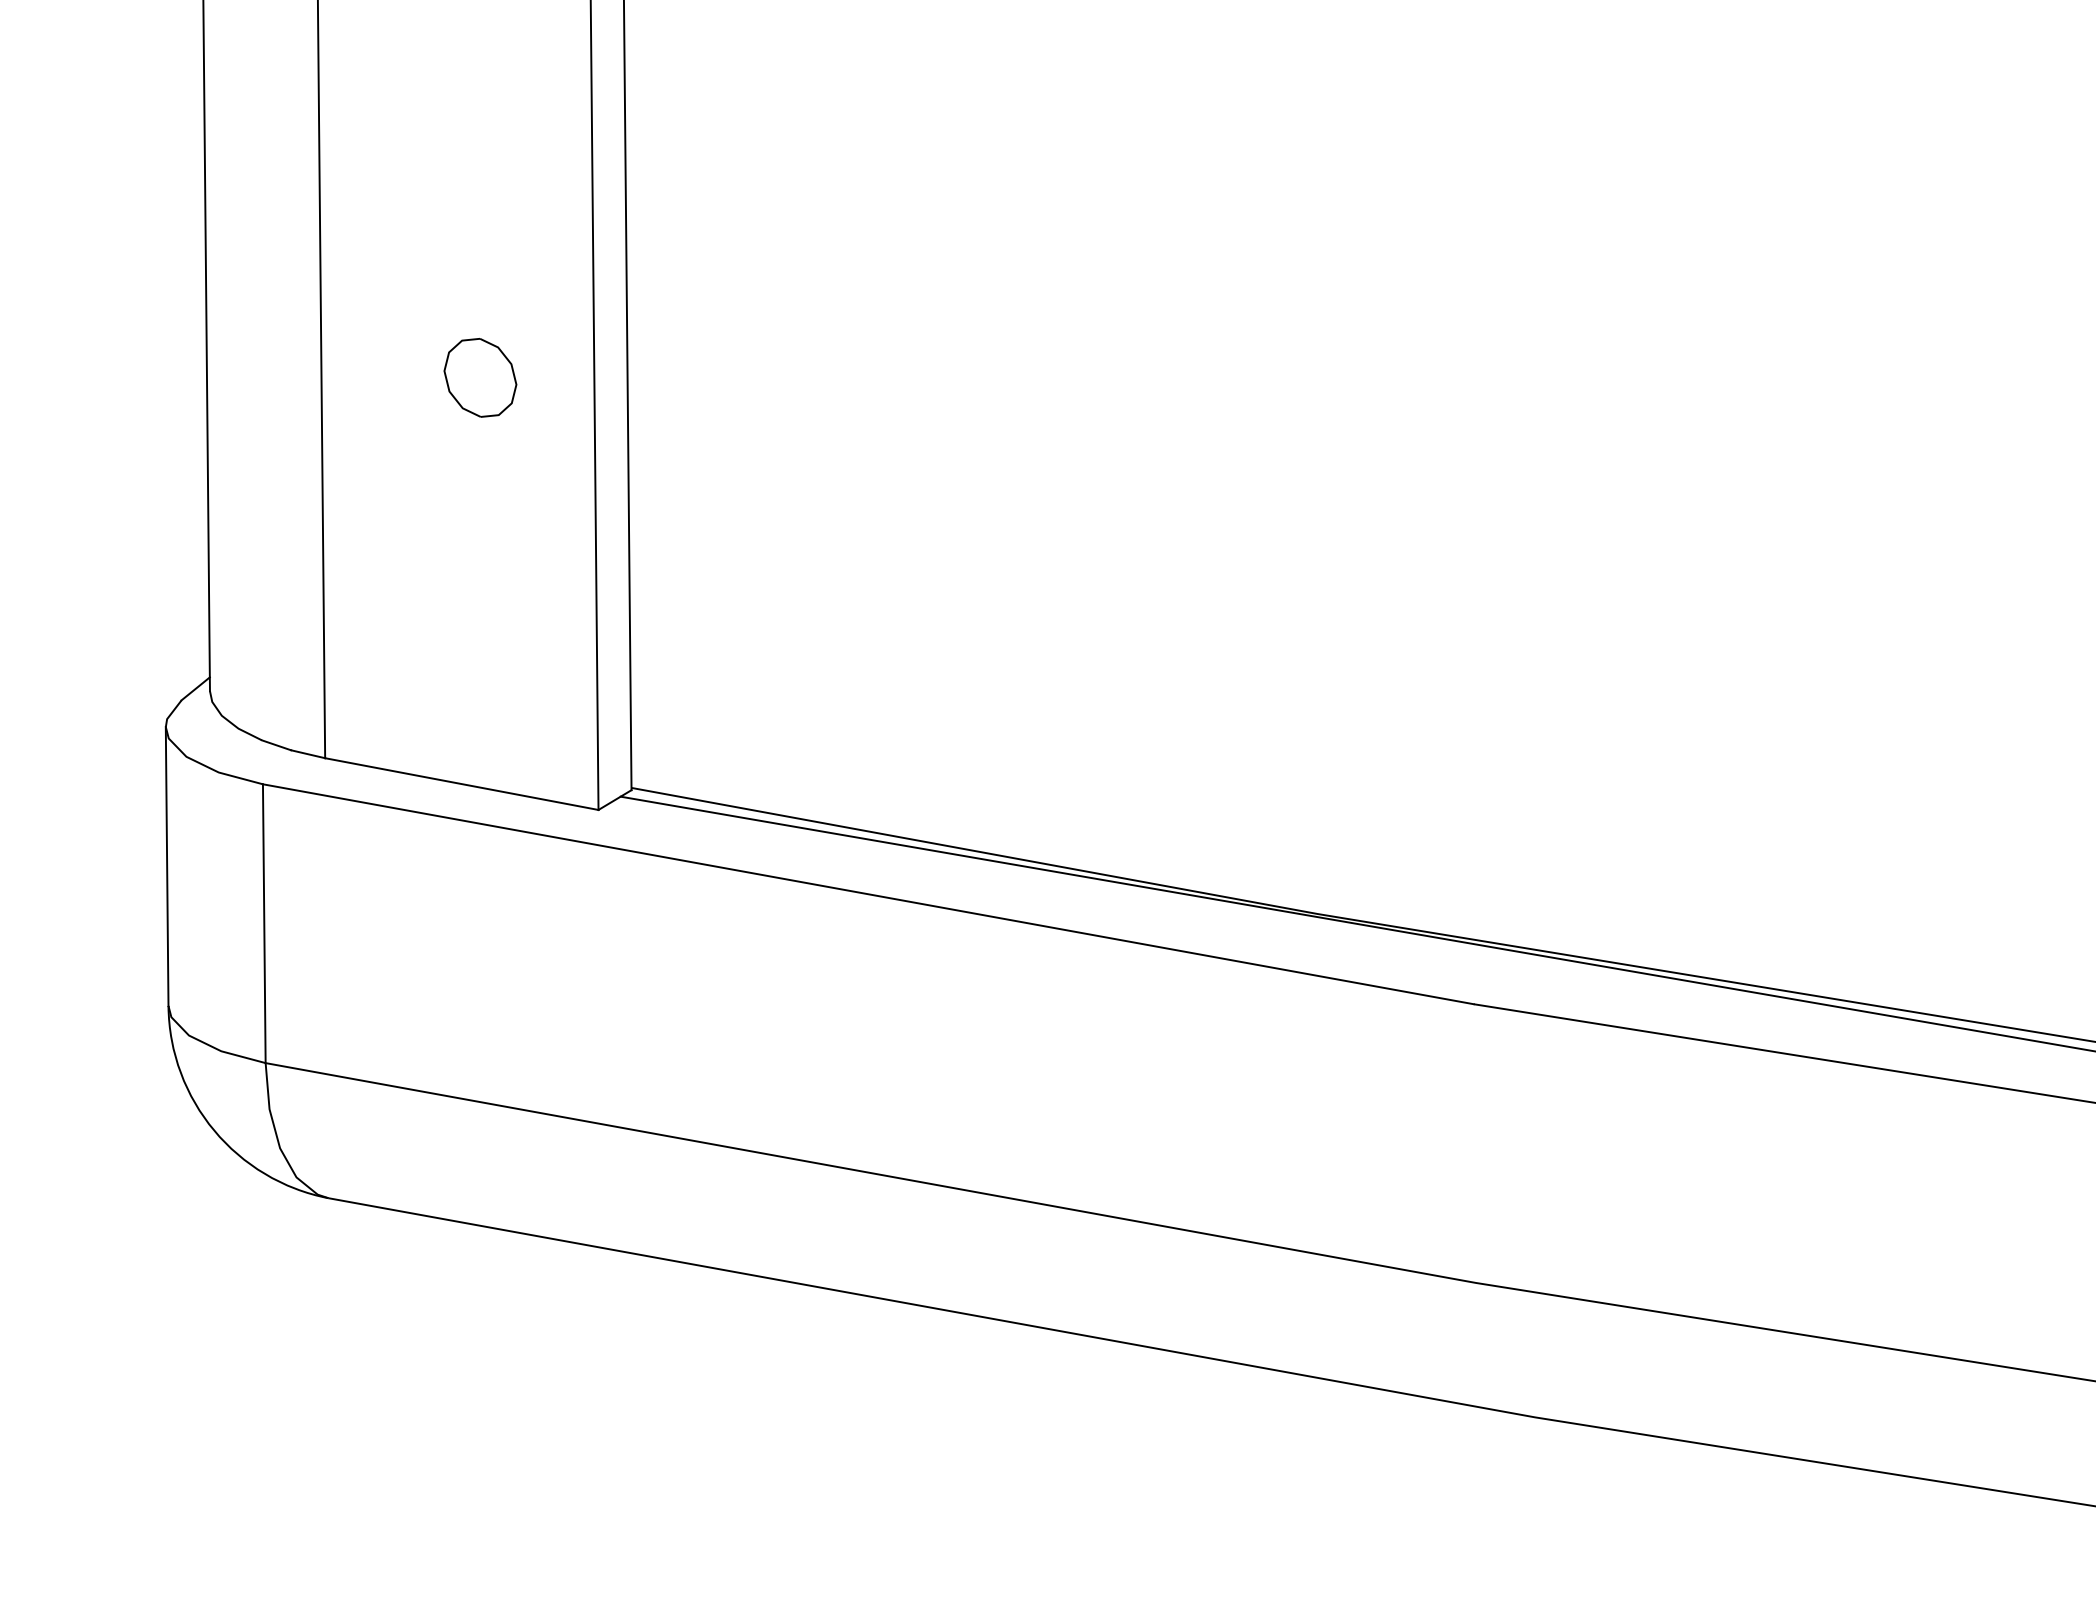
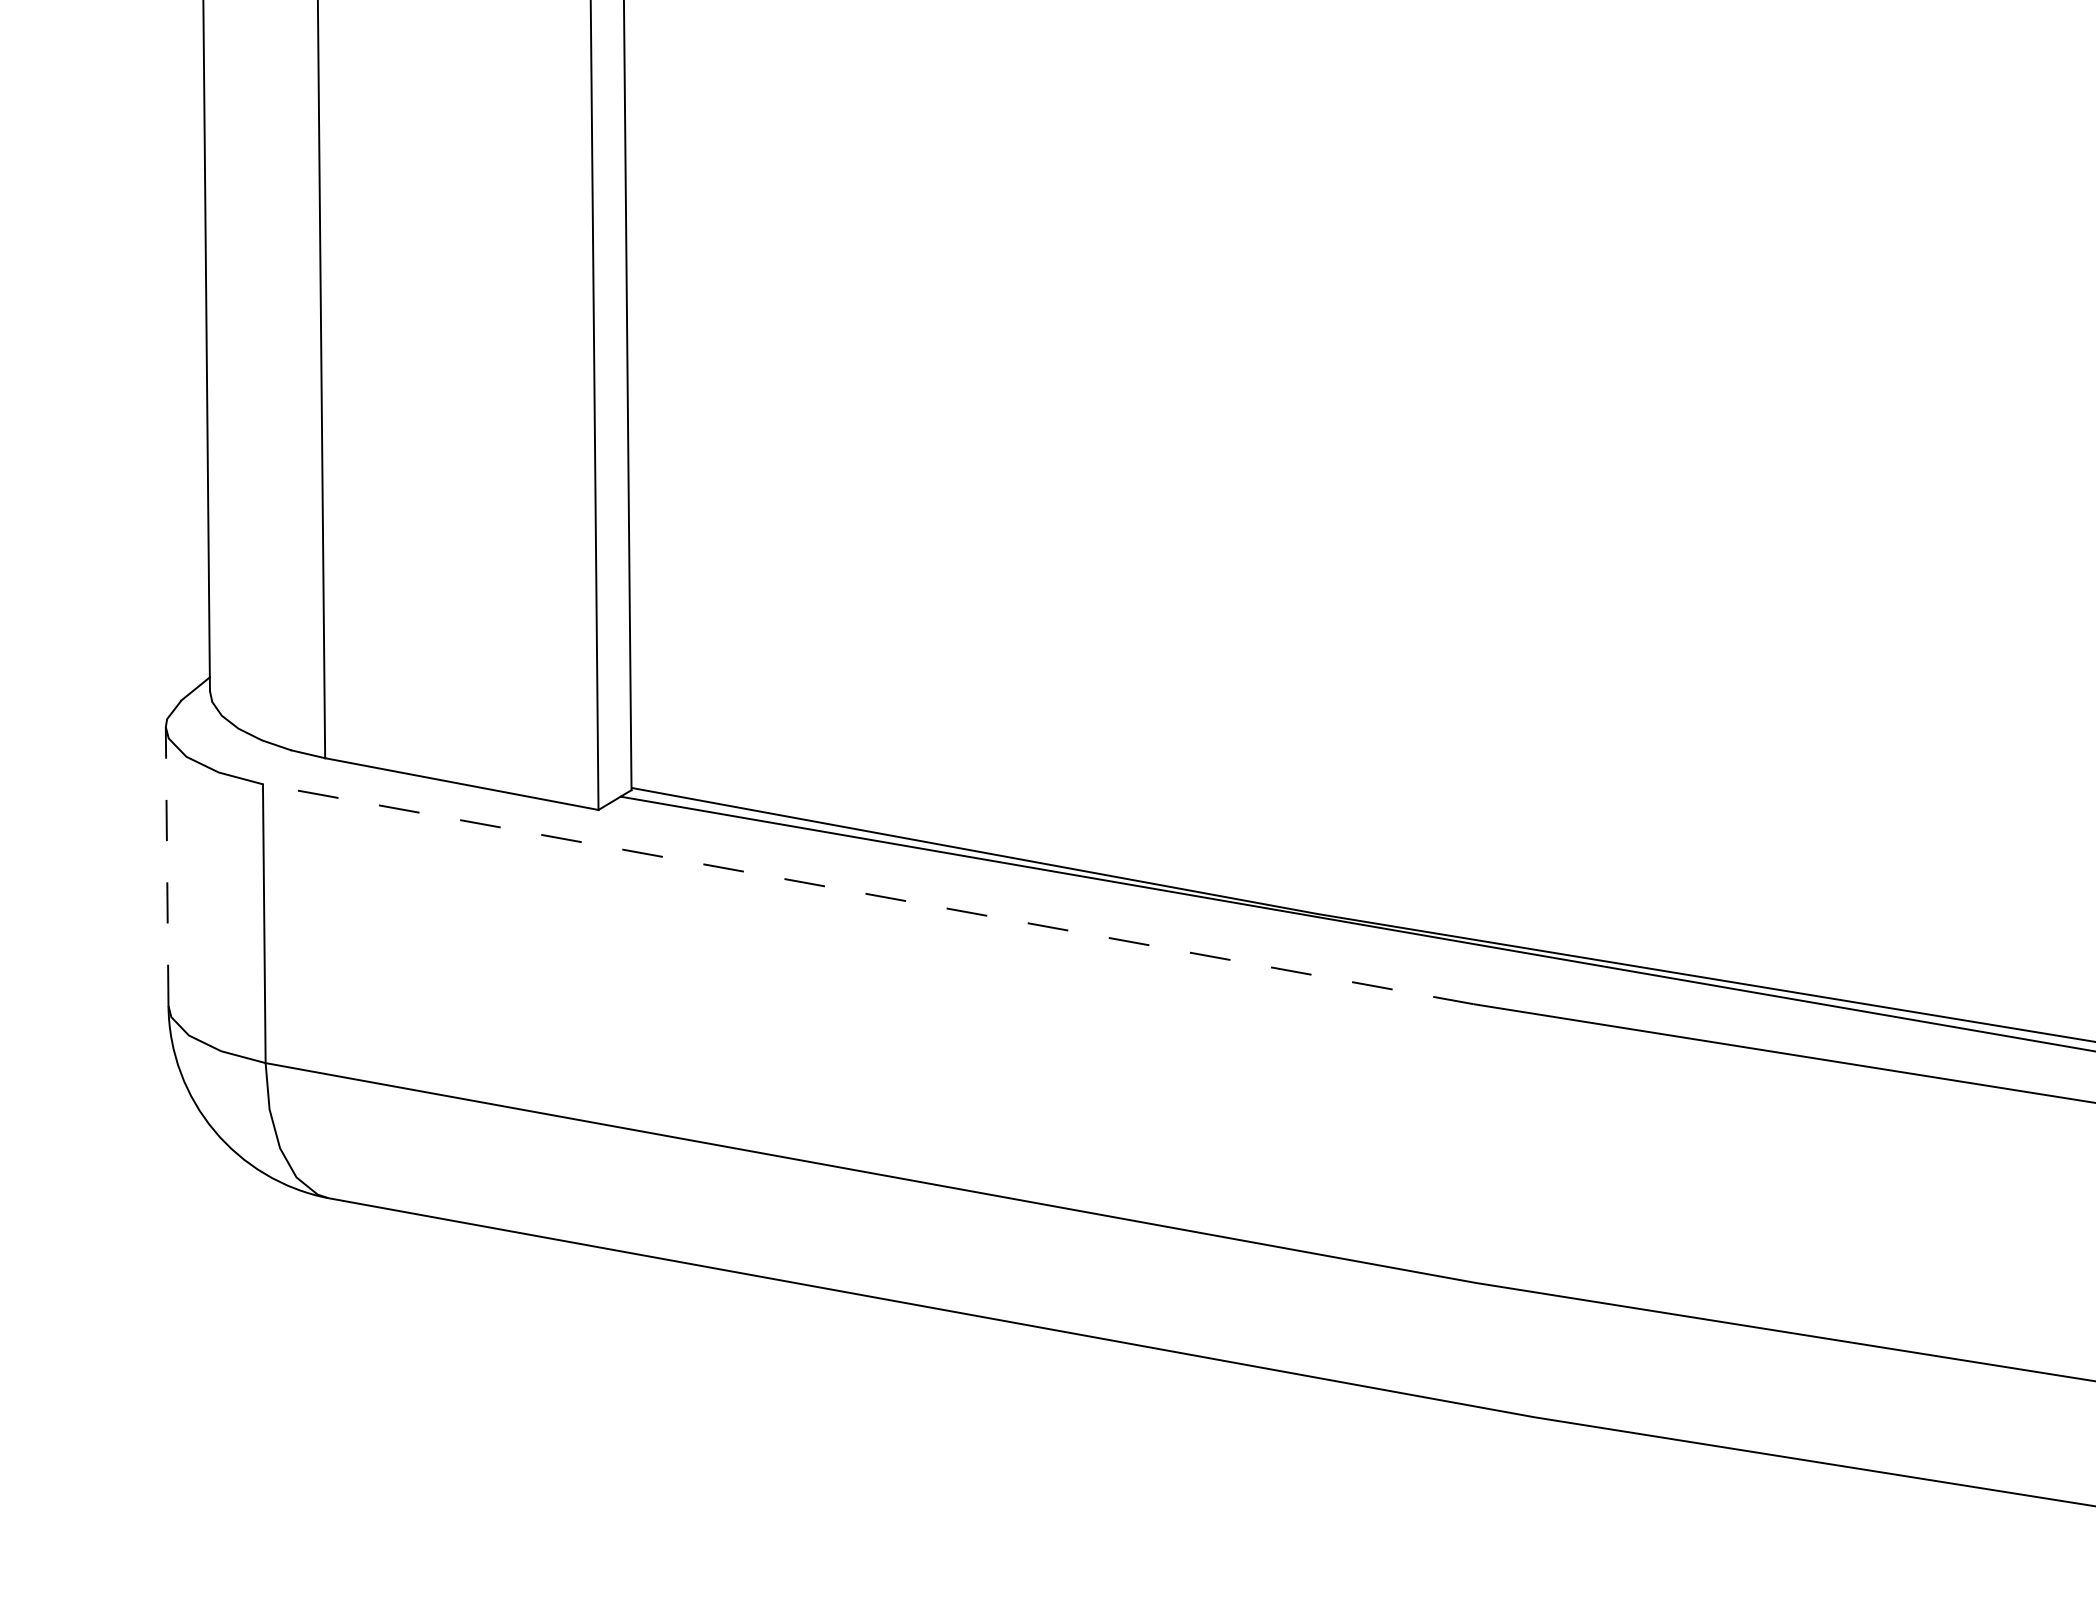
part at (480, 377): present -> none
line at (167, 866): solid -> dashed
line at (867, 894): solid -> dashed
